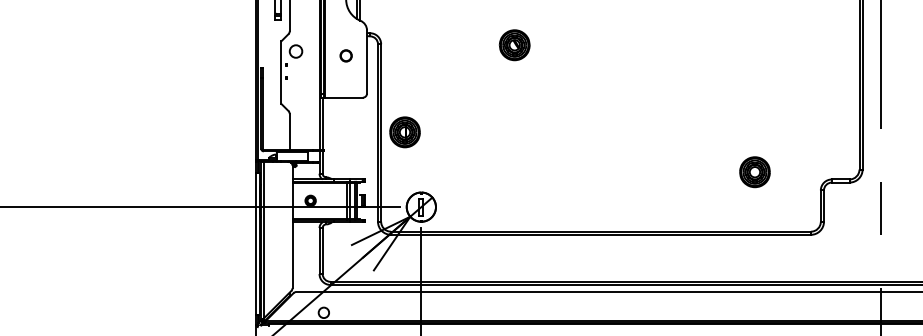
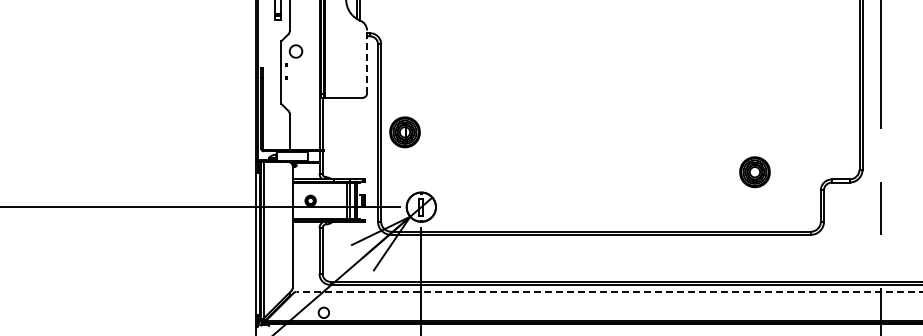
part at (514, 45): present -> none
circle at (345, 55): present -> none
line at (367, 62): solid -> dashed
line at (609, 291): solid -> dashed
